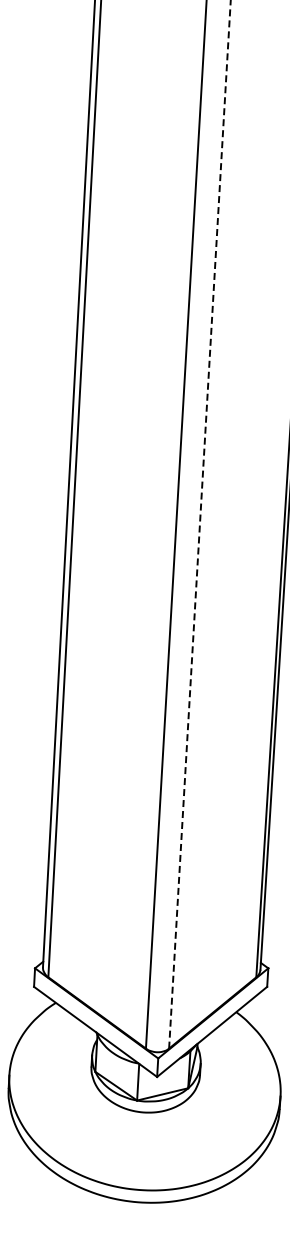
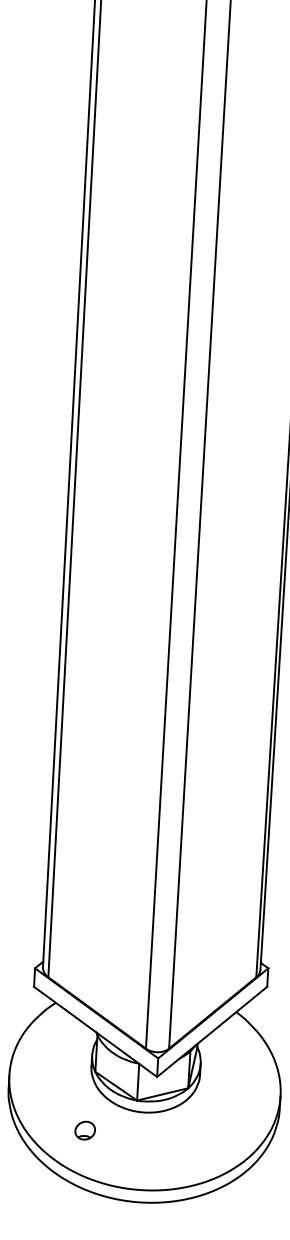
line at (199, 523): dashed -> solid
part at (84, 1130): none -> present
